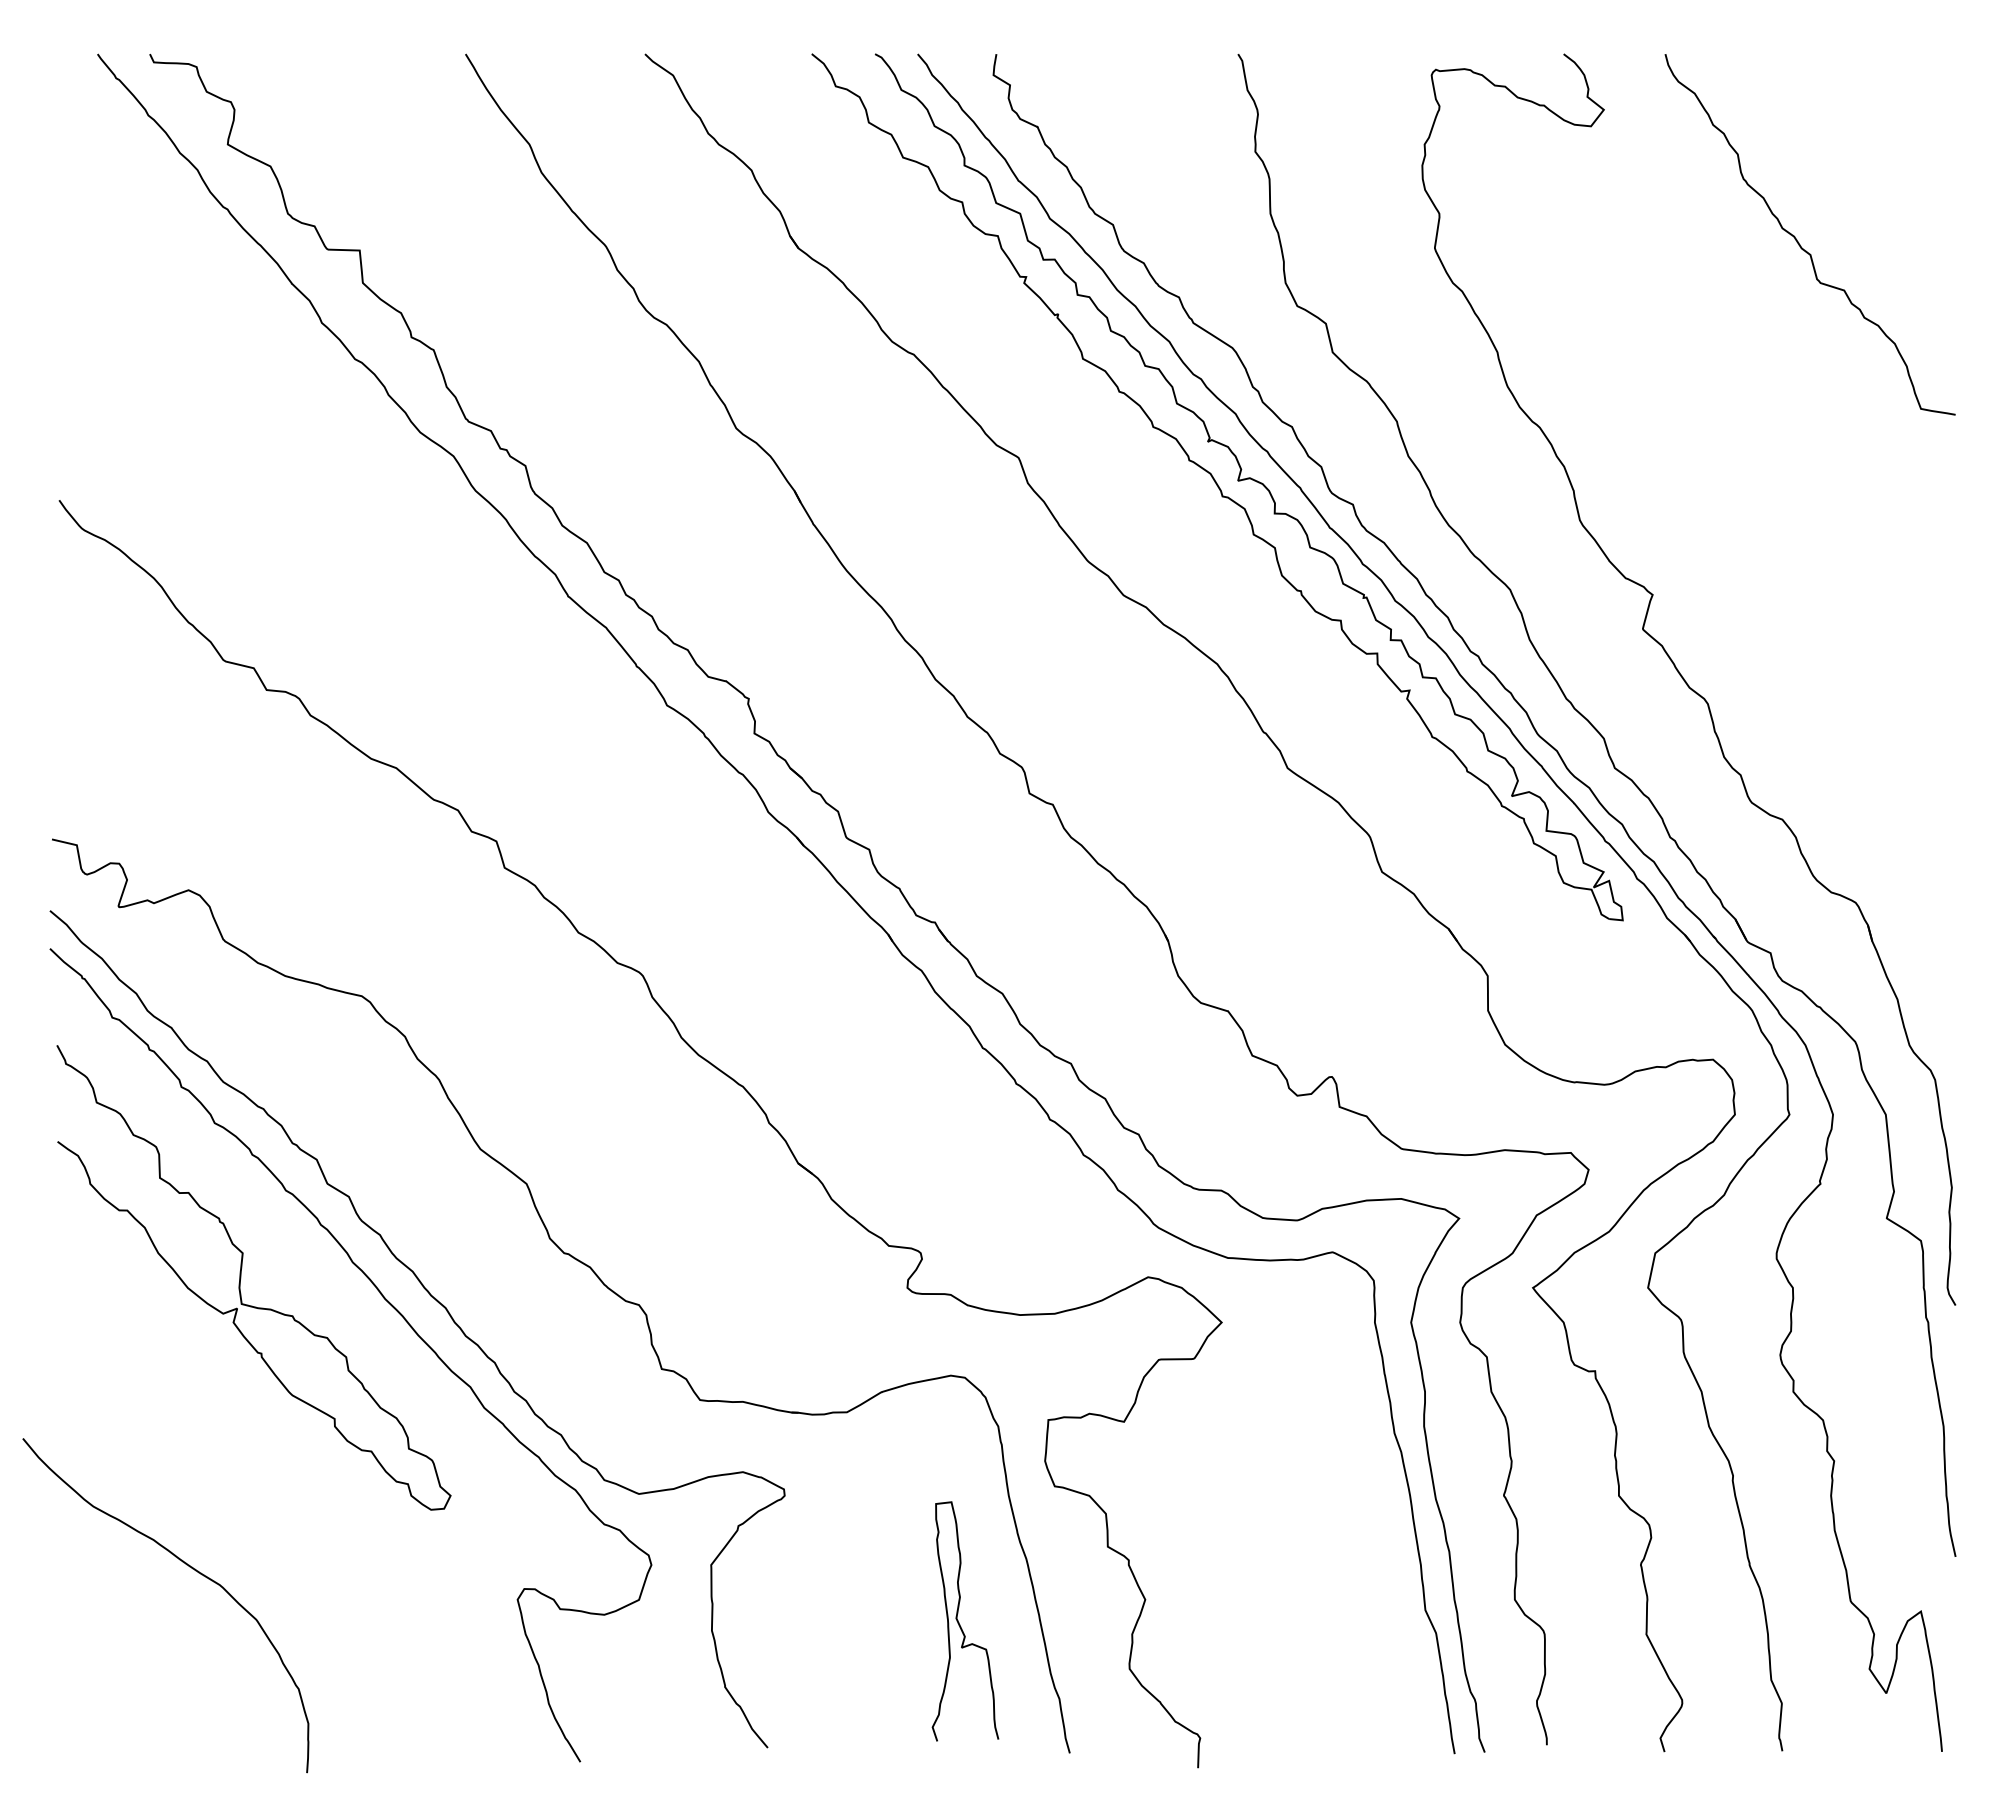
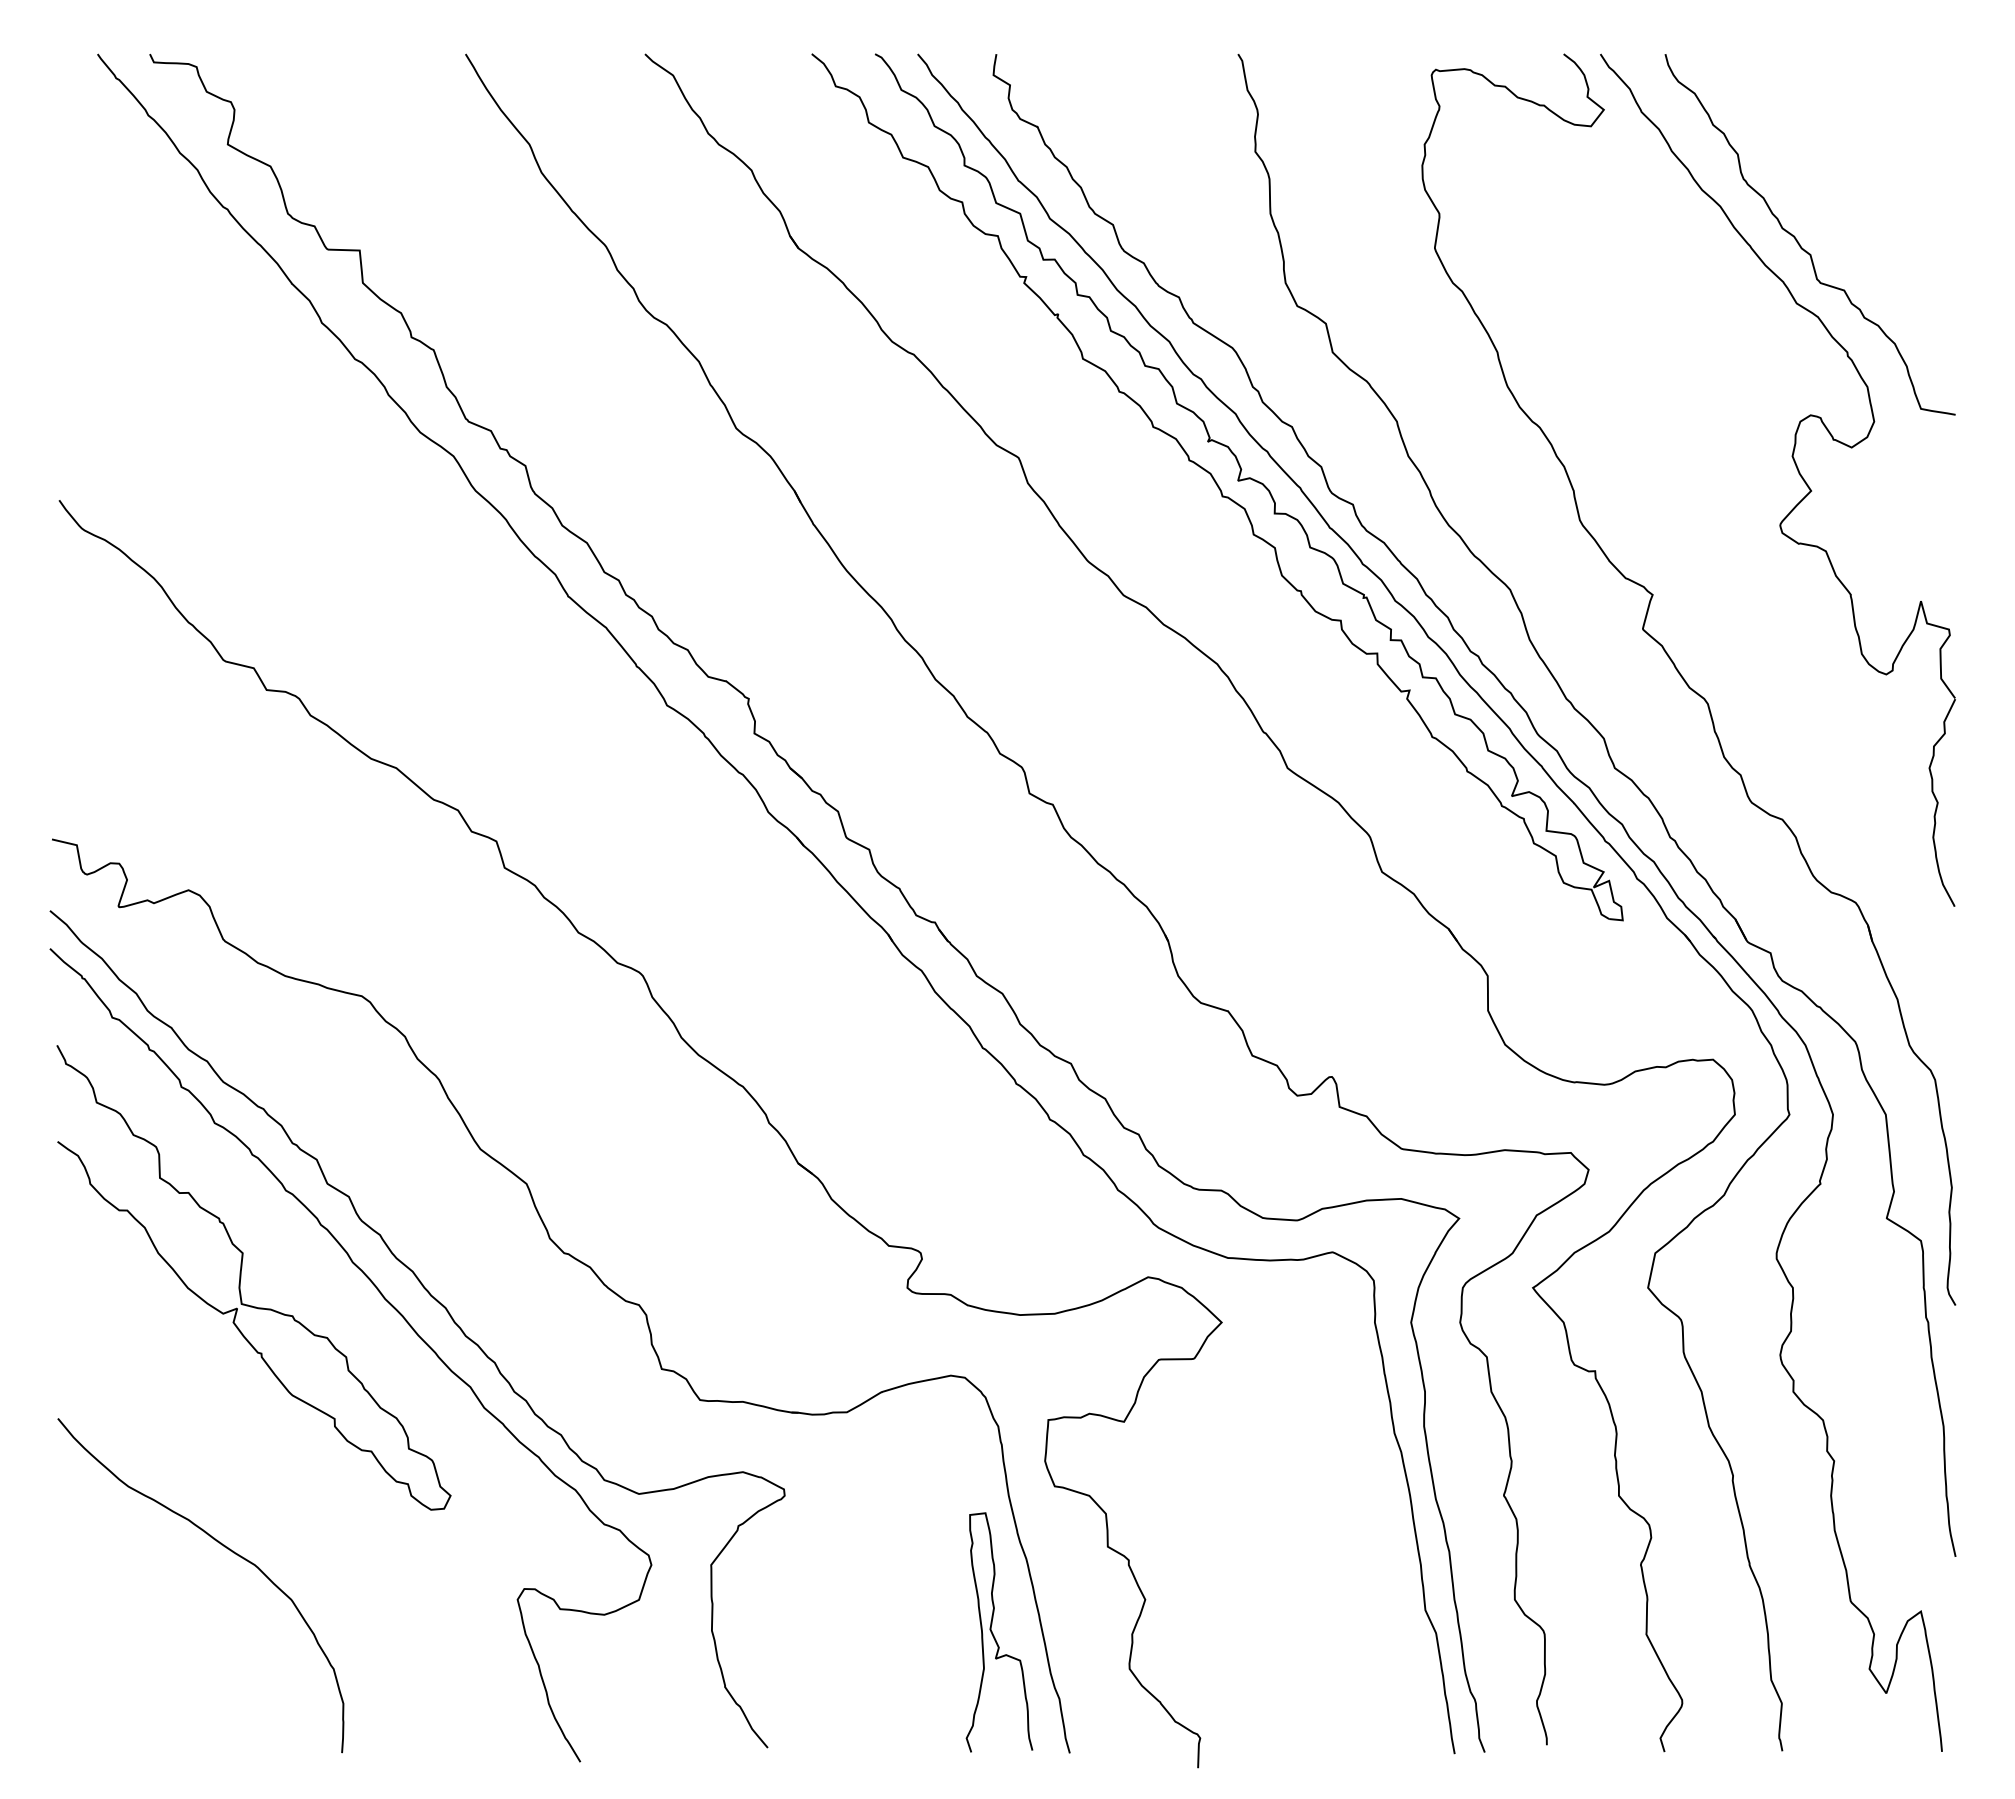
part at (1797, 471): none -> present
curve at (189, 1567) position: (189, 1567) -> (224, 1547)
curve at (960, 1624) position: (960, 1624) -> (994, 1635)
